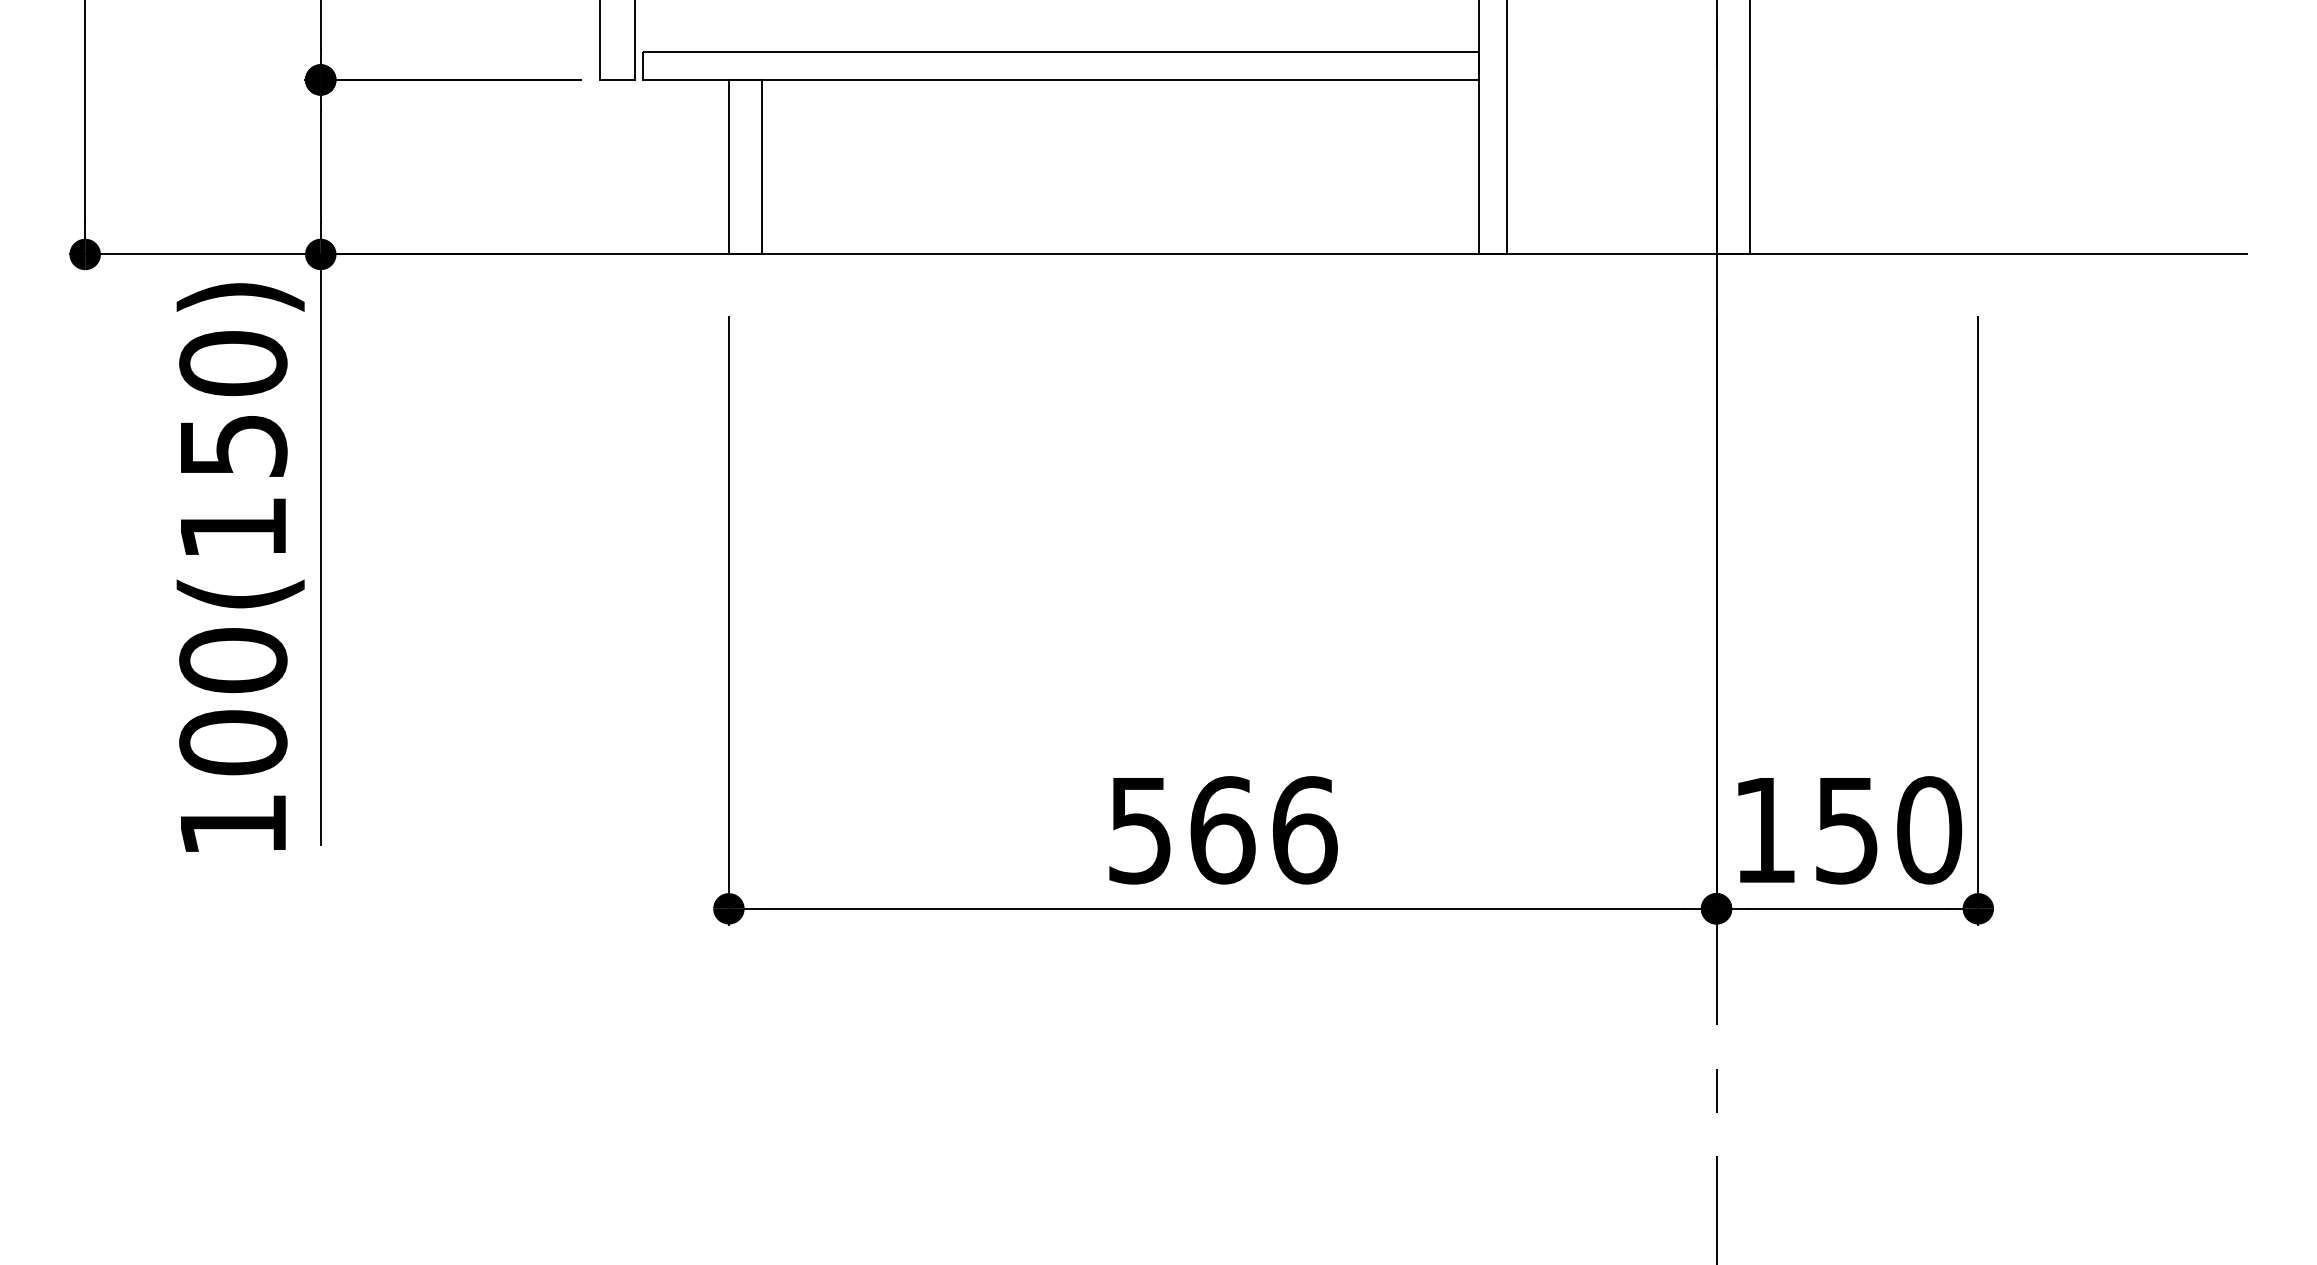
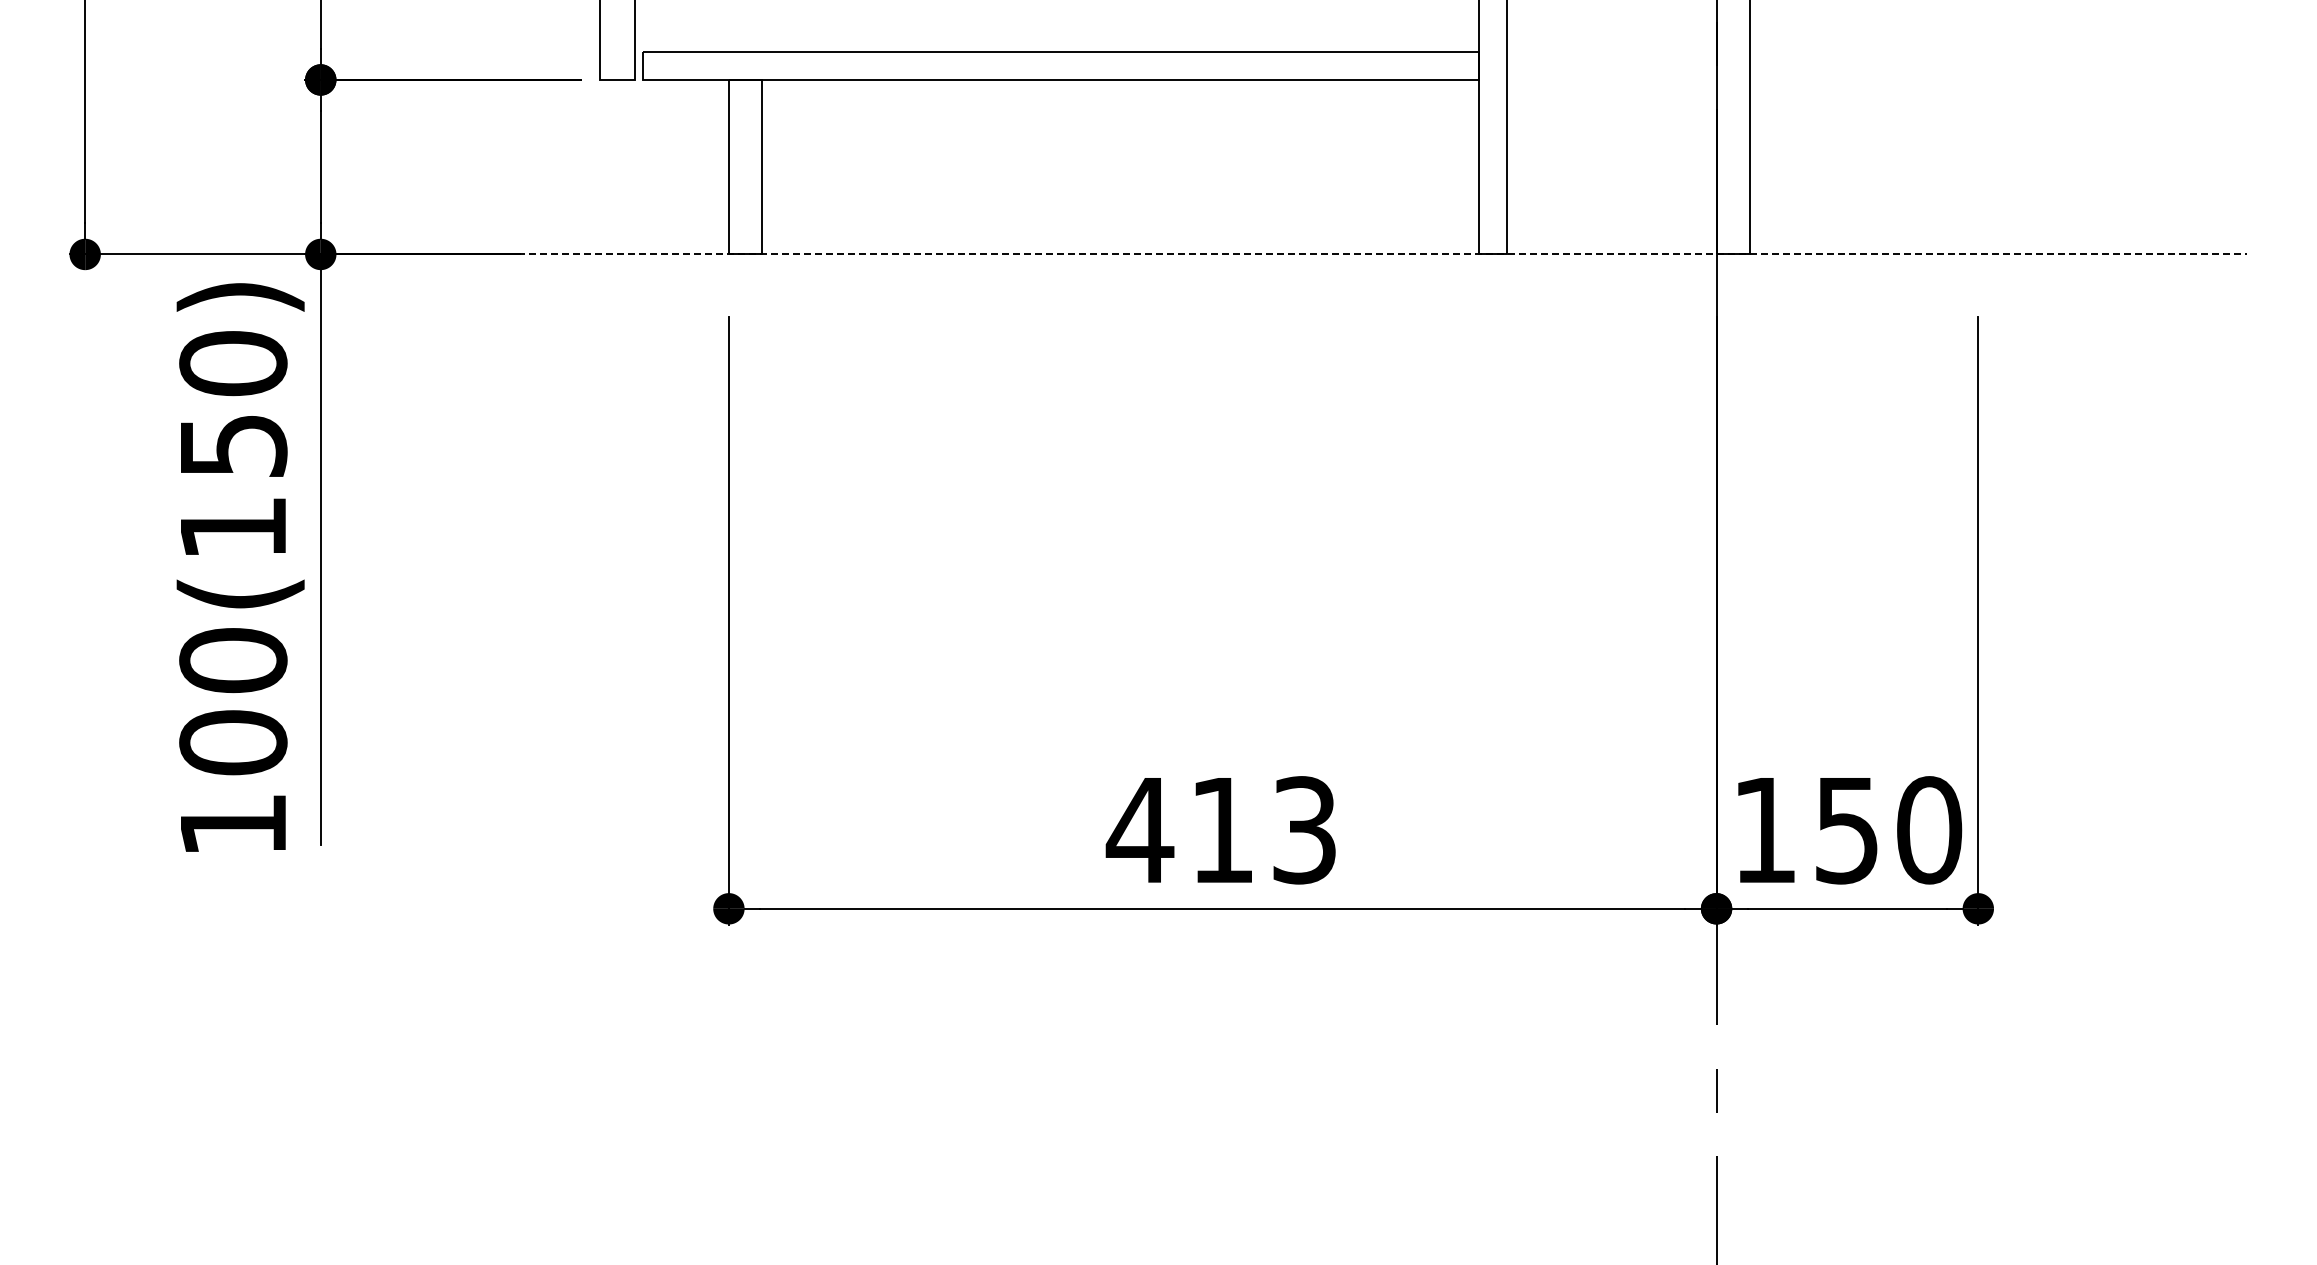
line at (1289, 254): solid -> dashed
text at (1221, 830): 566 -> 413
